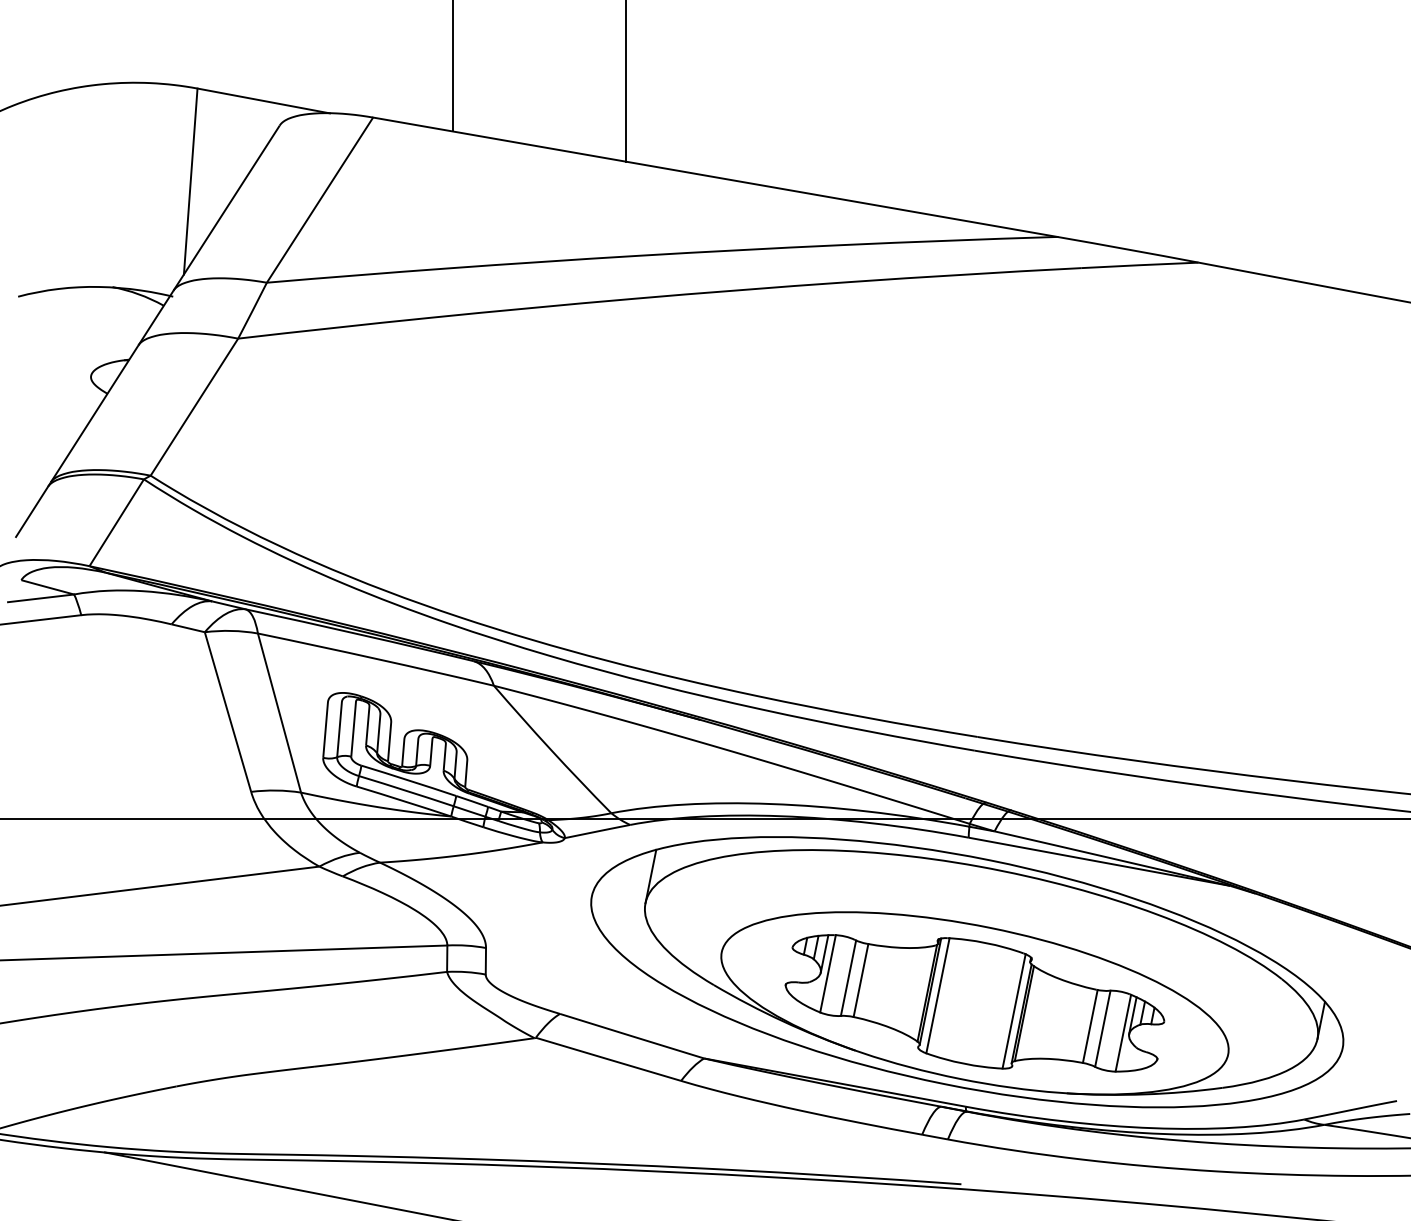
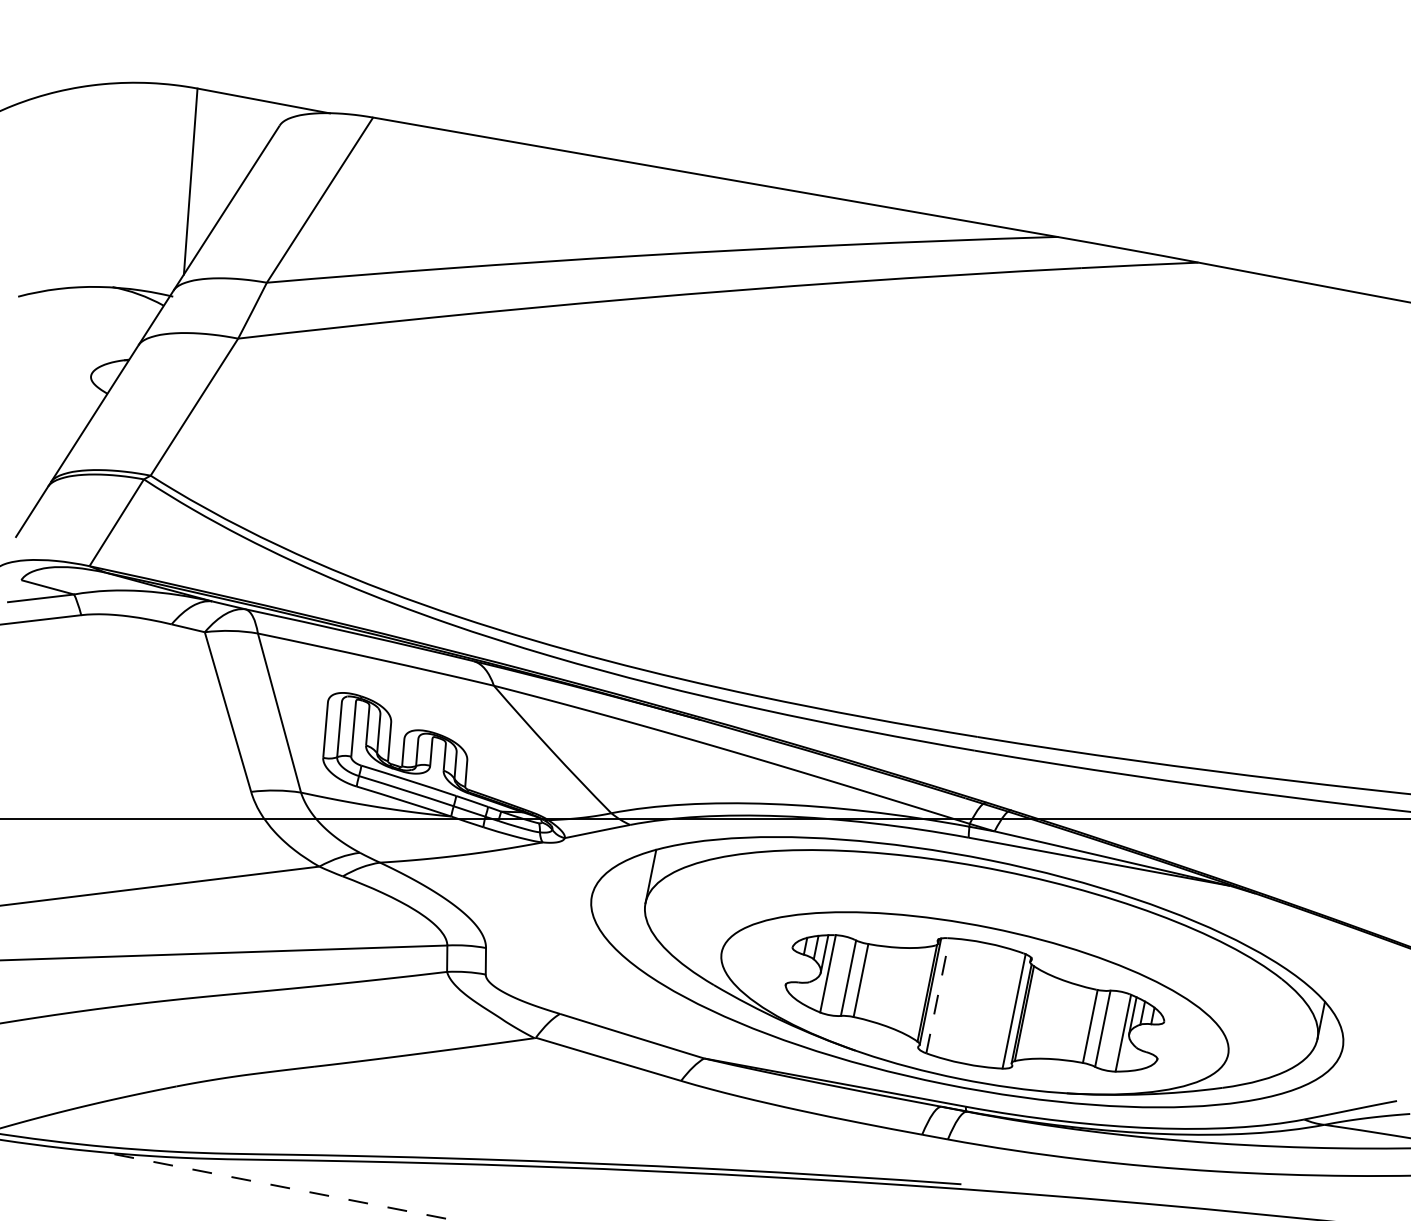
line at (452, 66): present -> none
line at (626, 81): present -> none
line at (937, 995): solid -> dashed
line at (280, 1186): solid -> dashed
